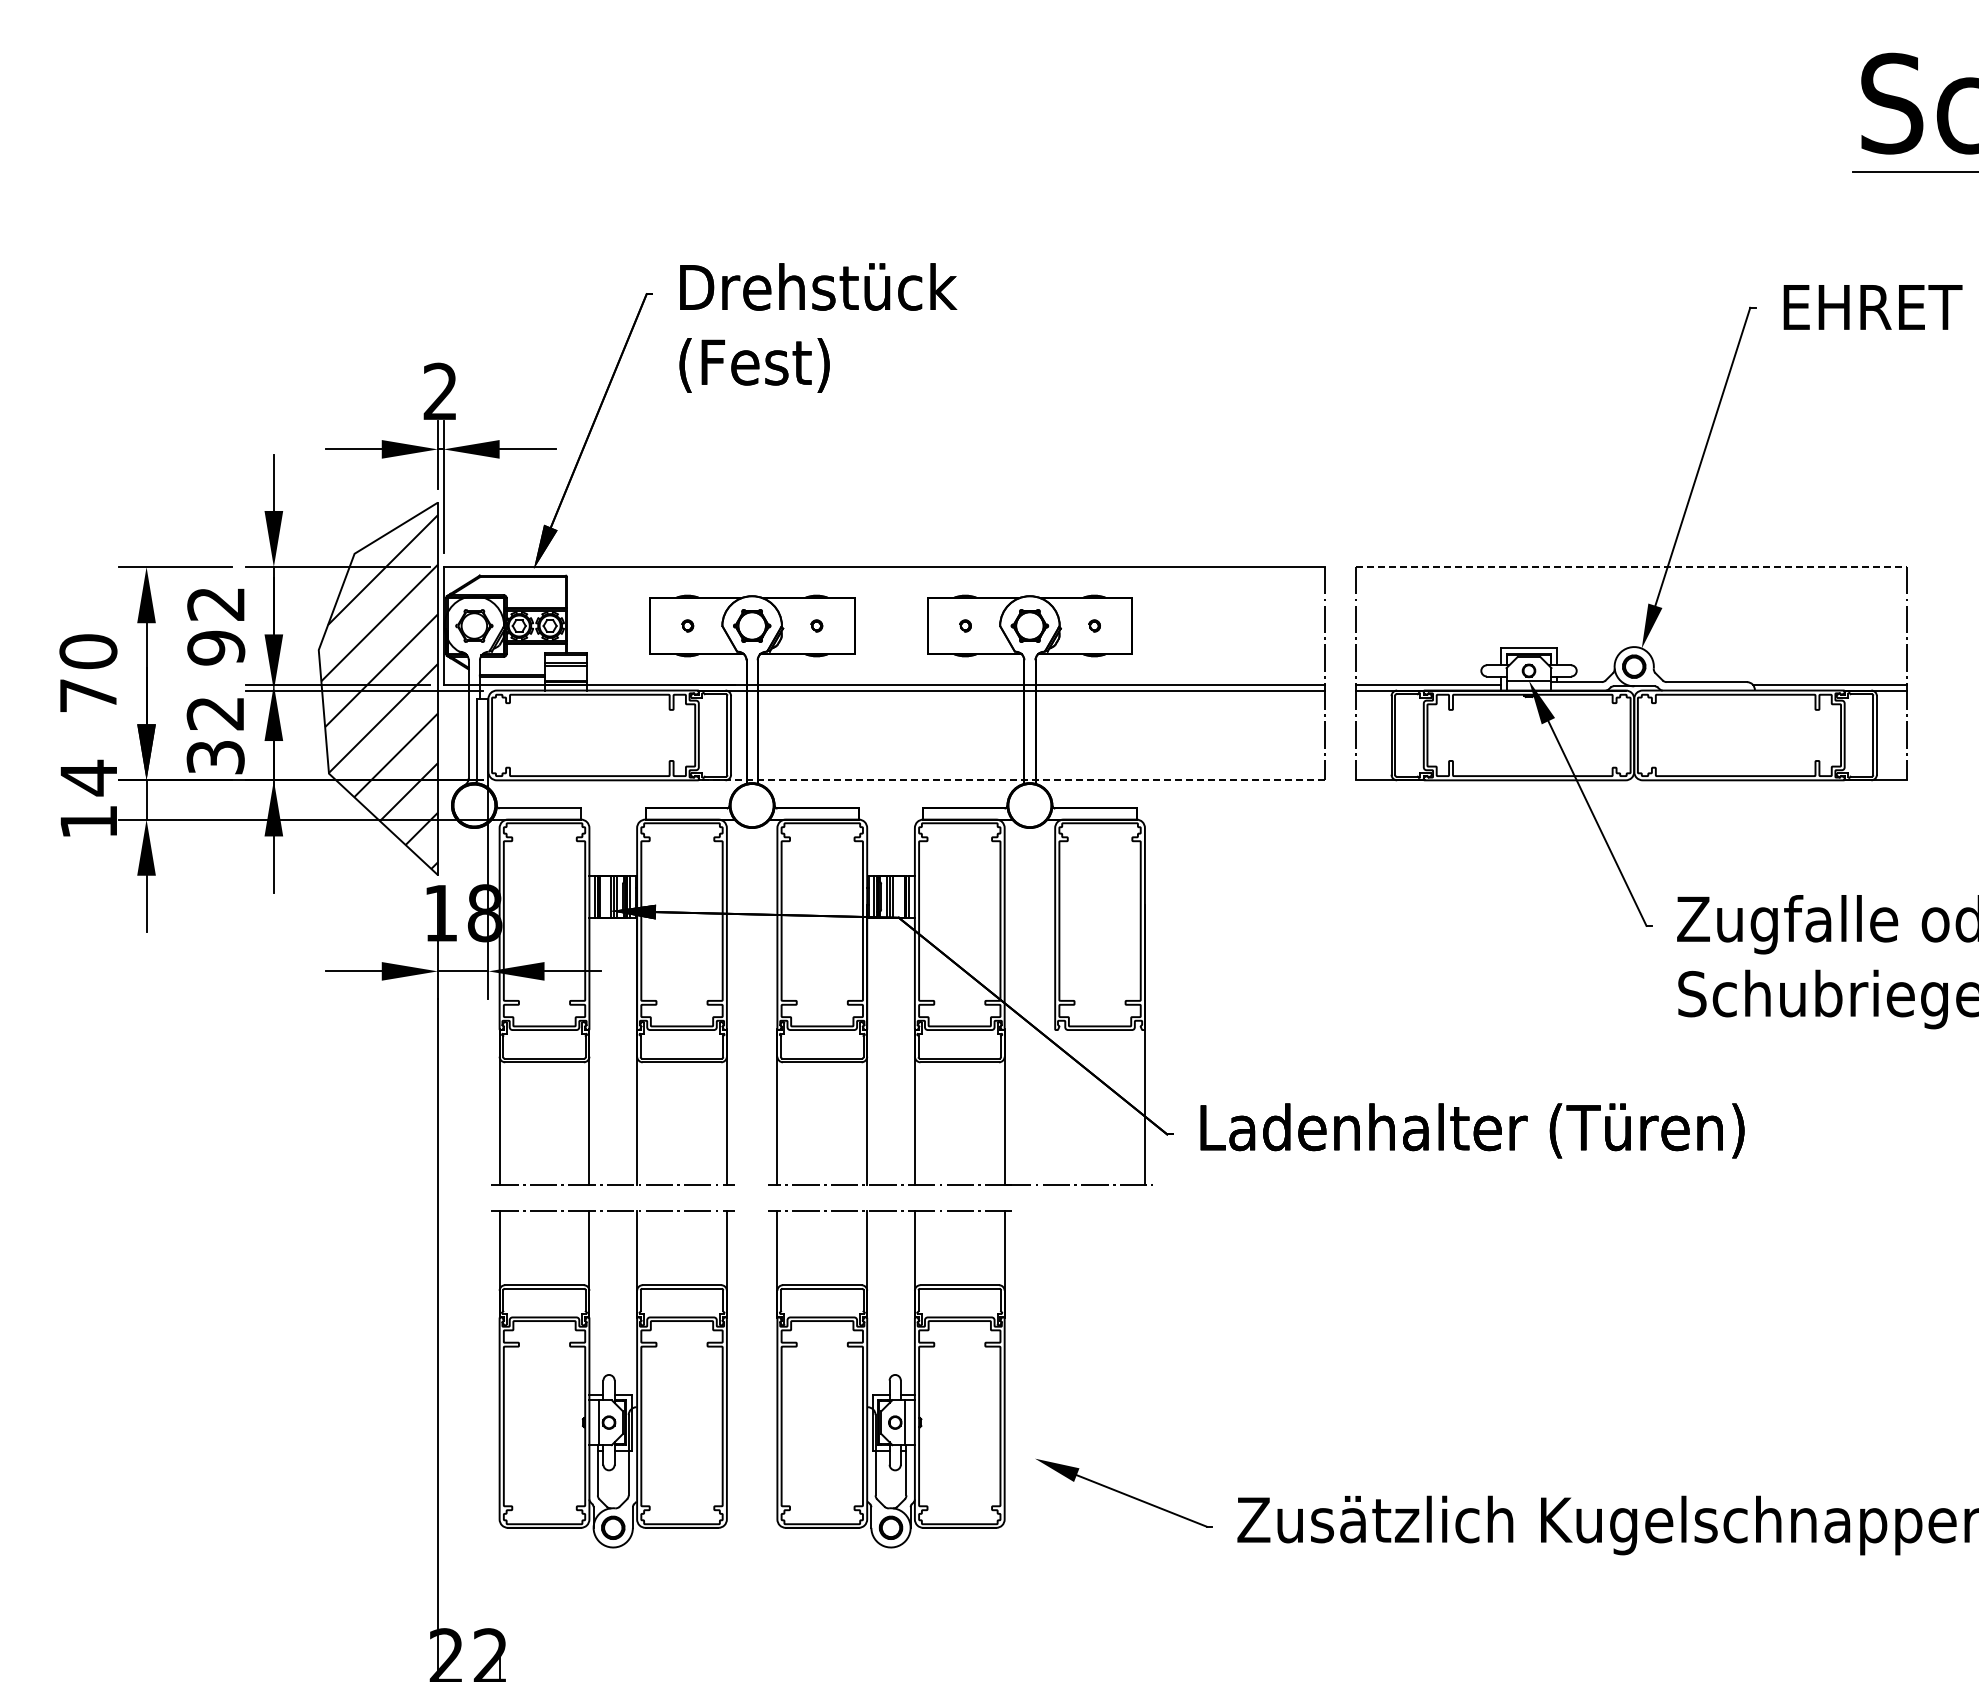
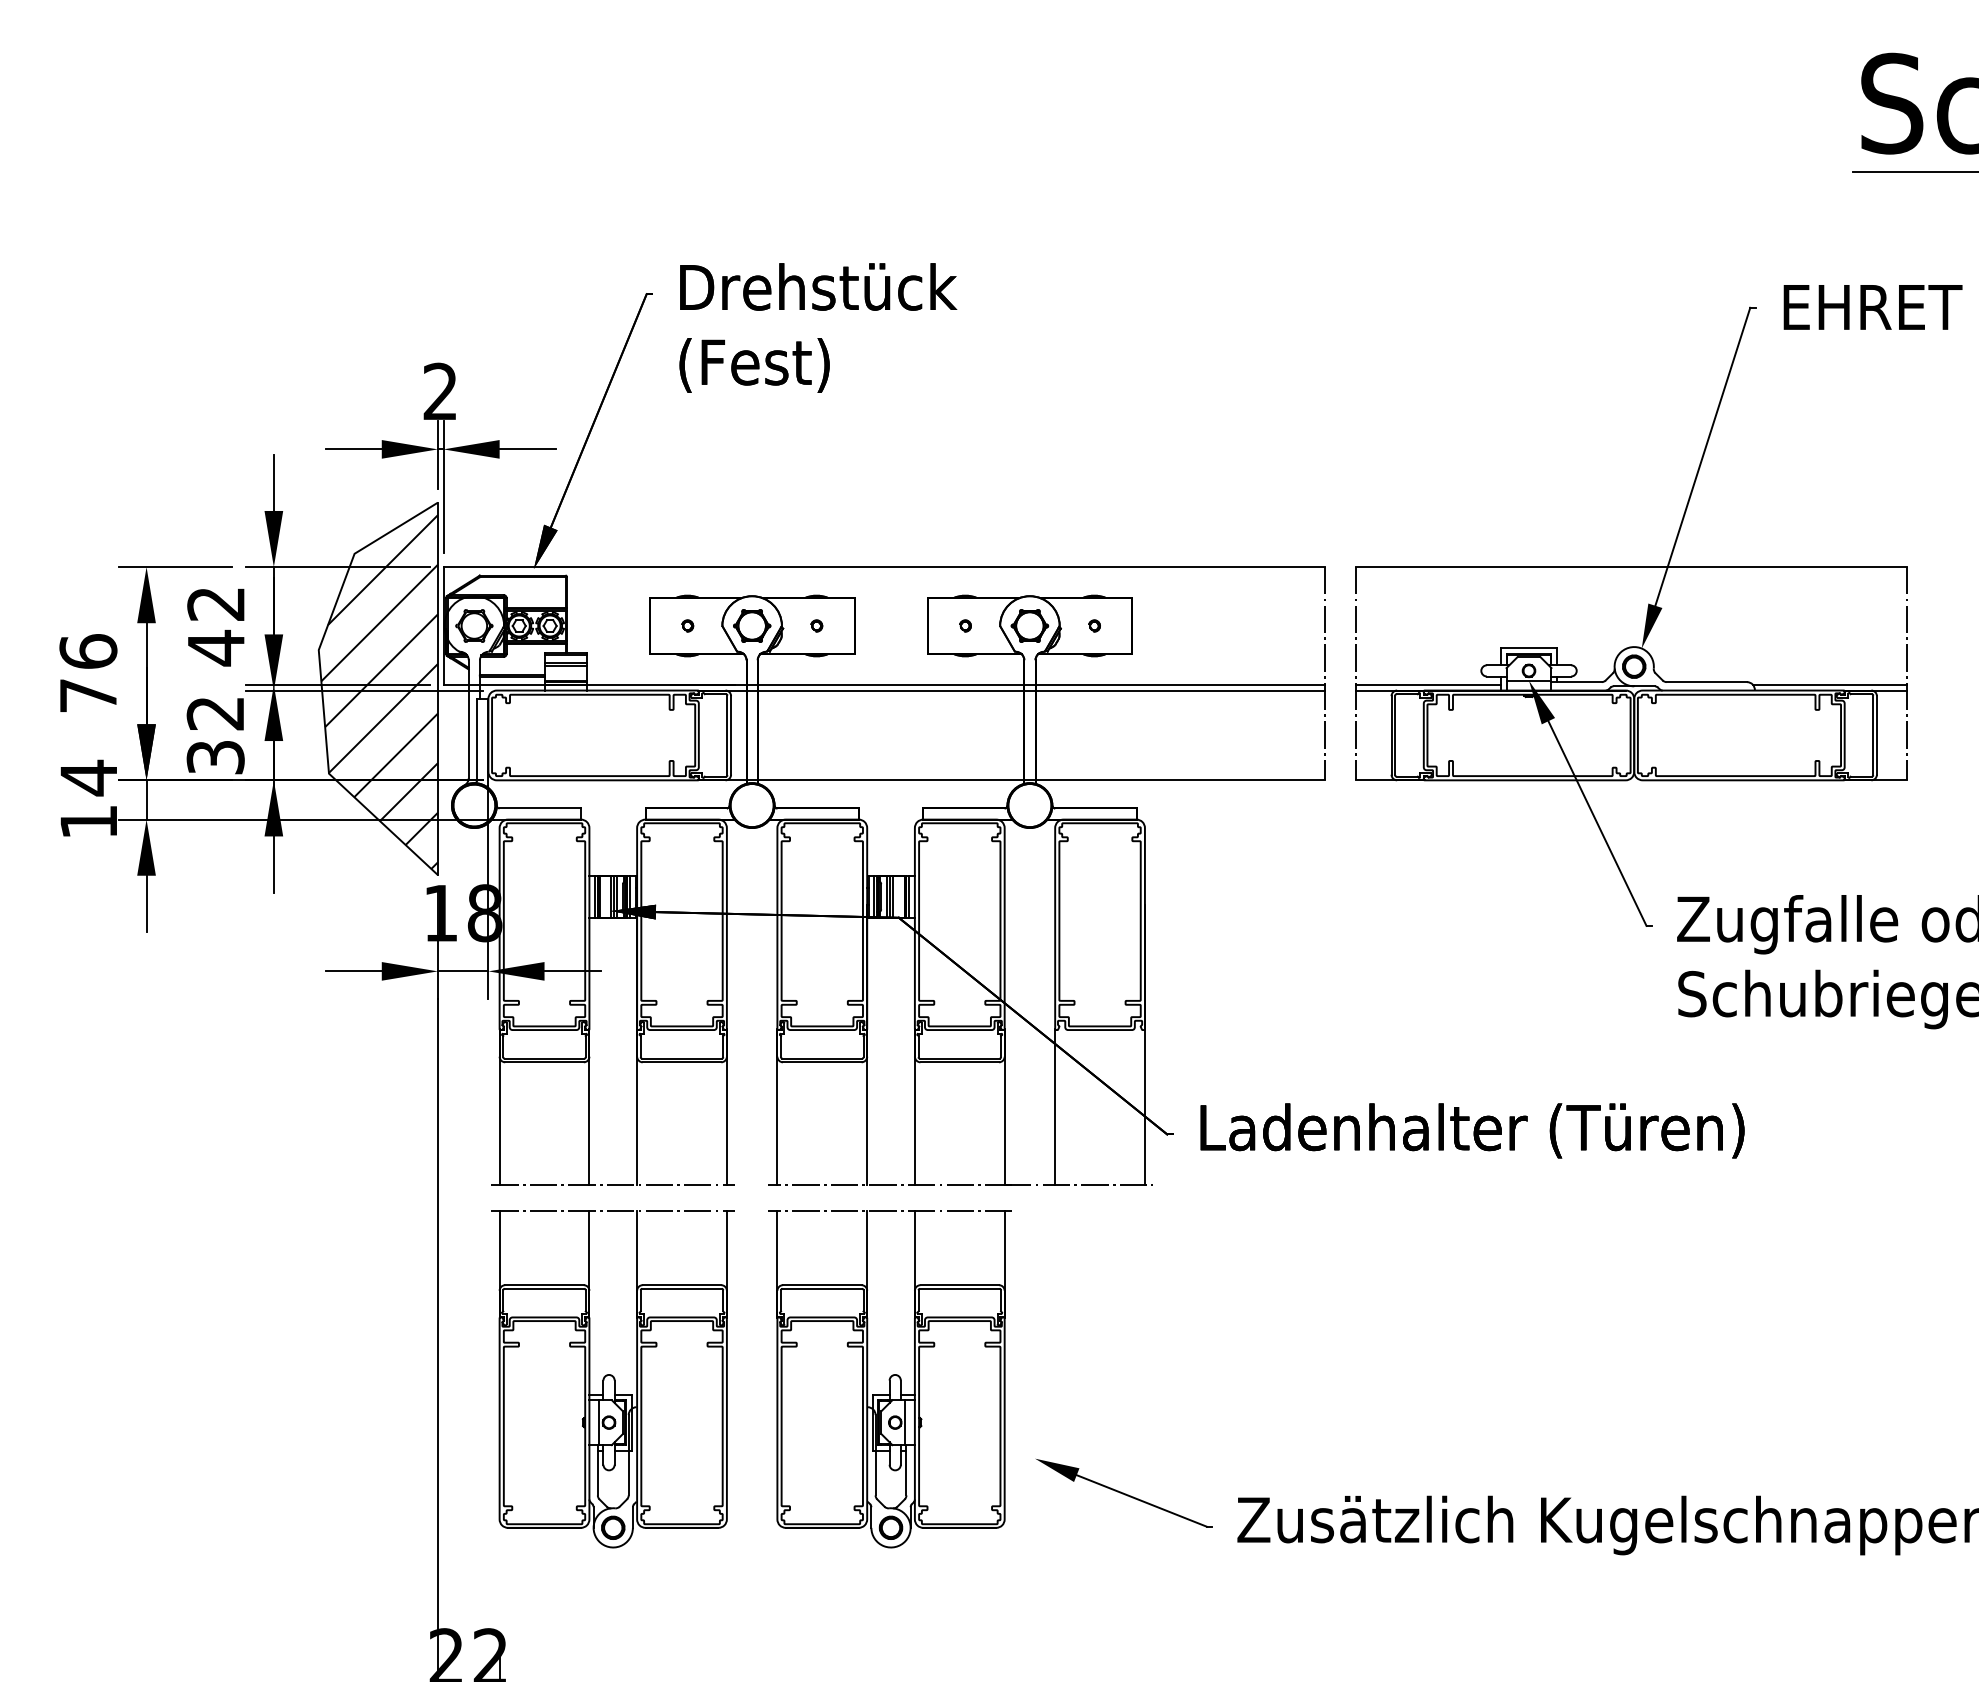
line at (1632, 567): dashed -> solid
text at (216, 647): 92 -> 42
text at (88, 651): 70 -> 76
line at (1011, 780): dashed -> solid
line at (1055, 1107): none -> present
